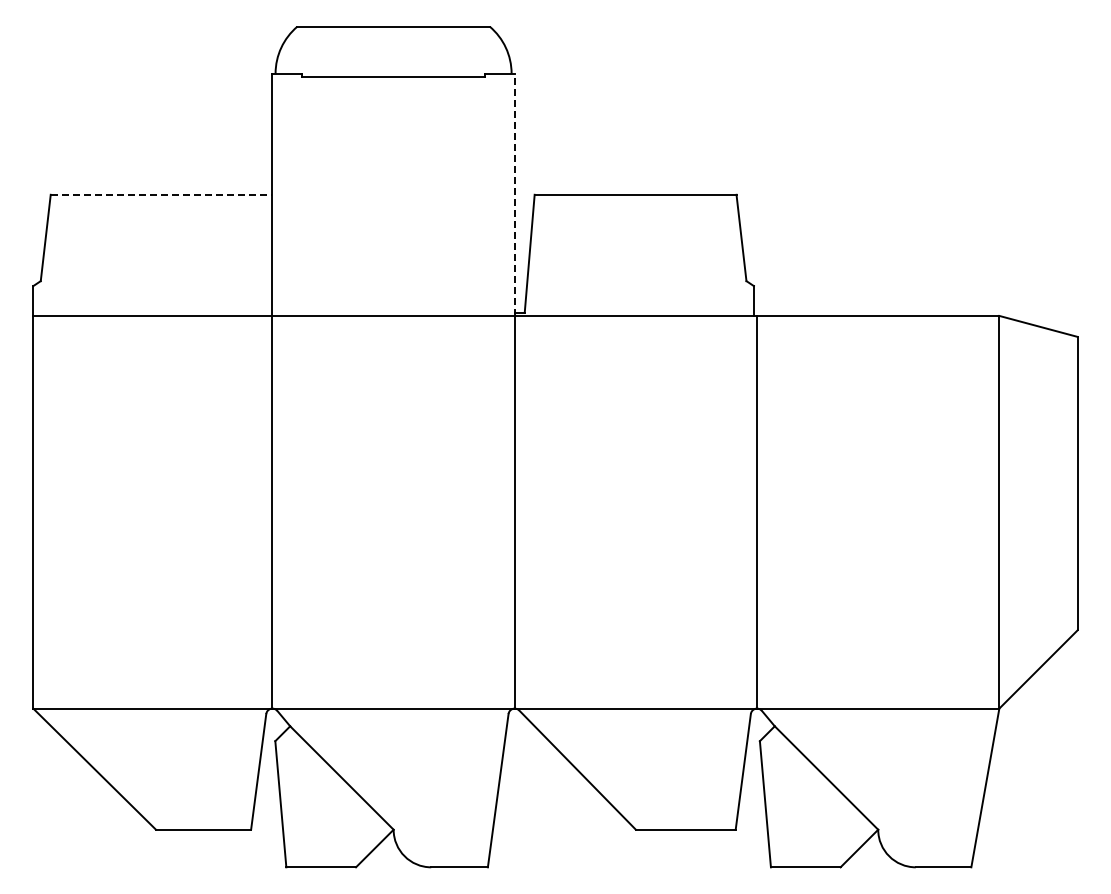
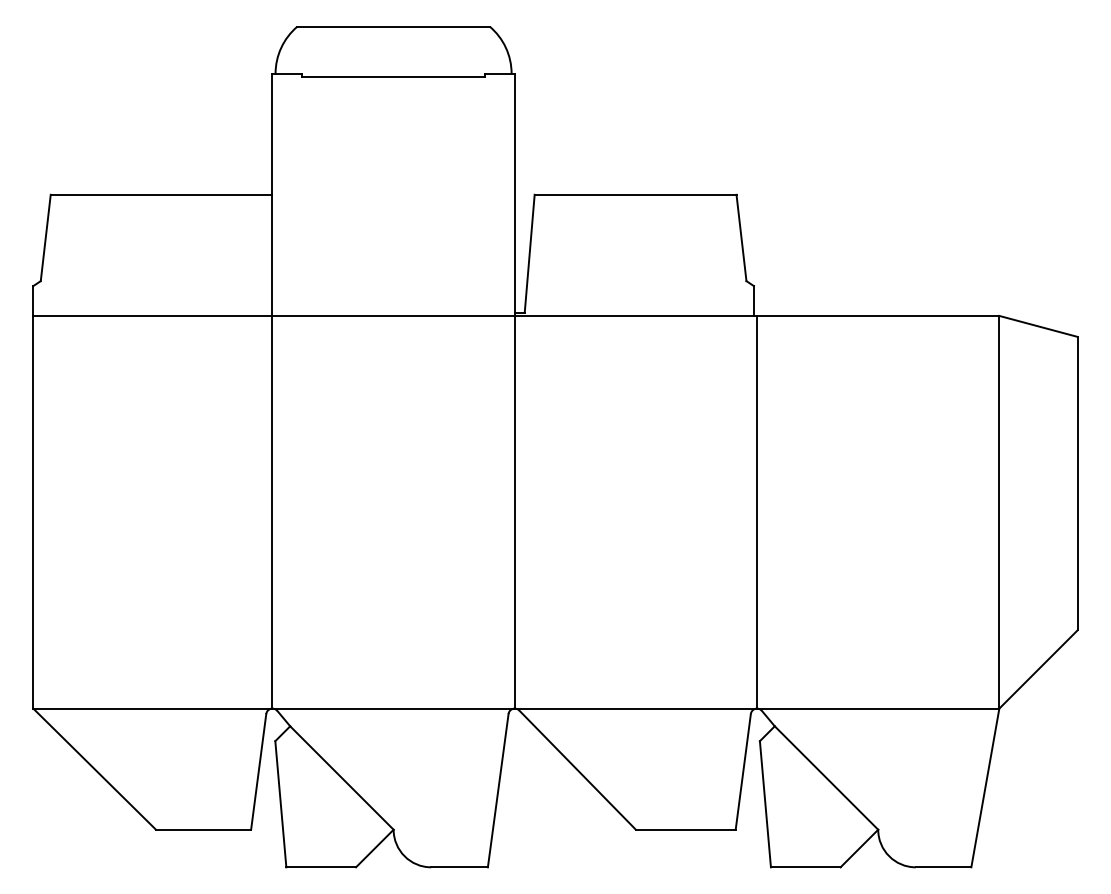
line at (161, 194): dashed -> solid
line at (514, 194): dashed -> solid
